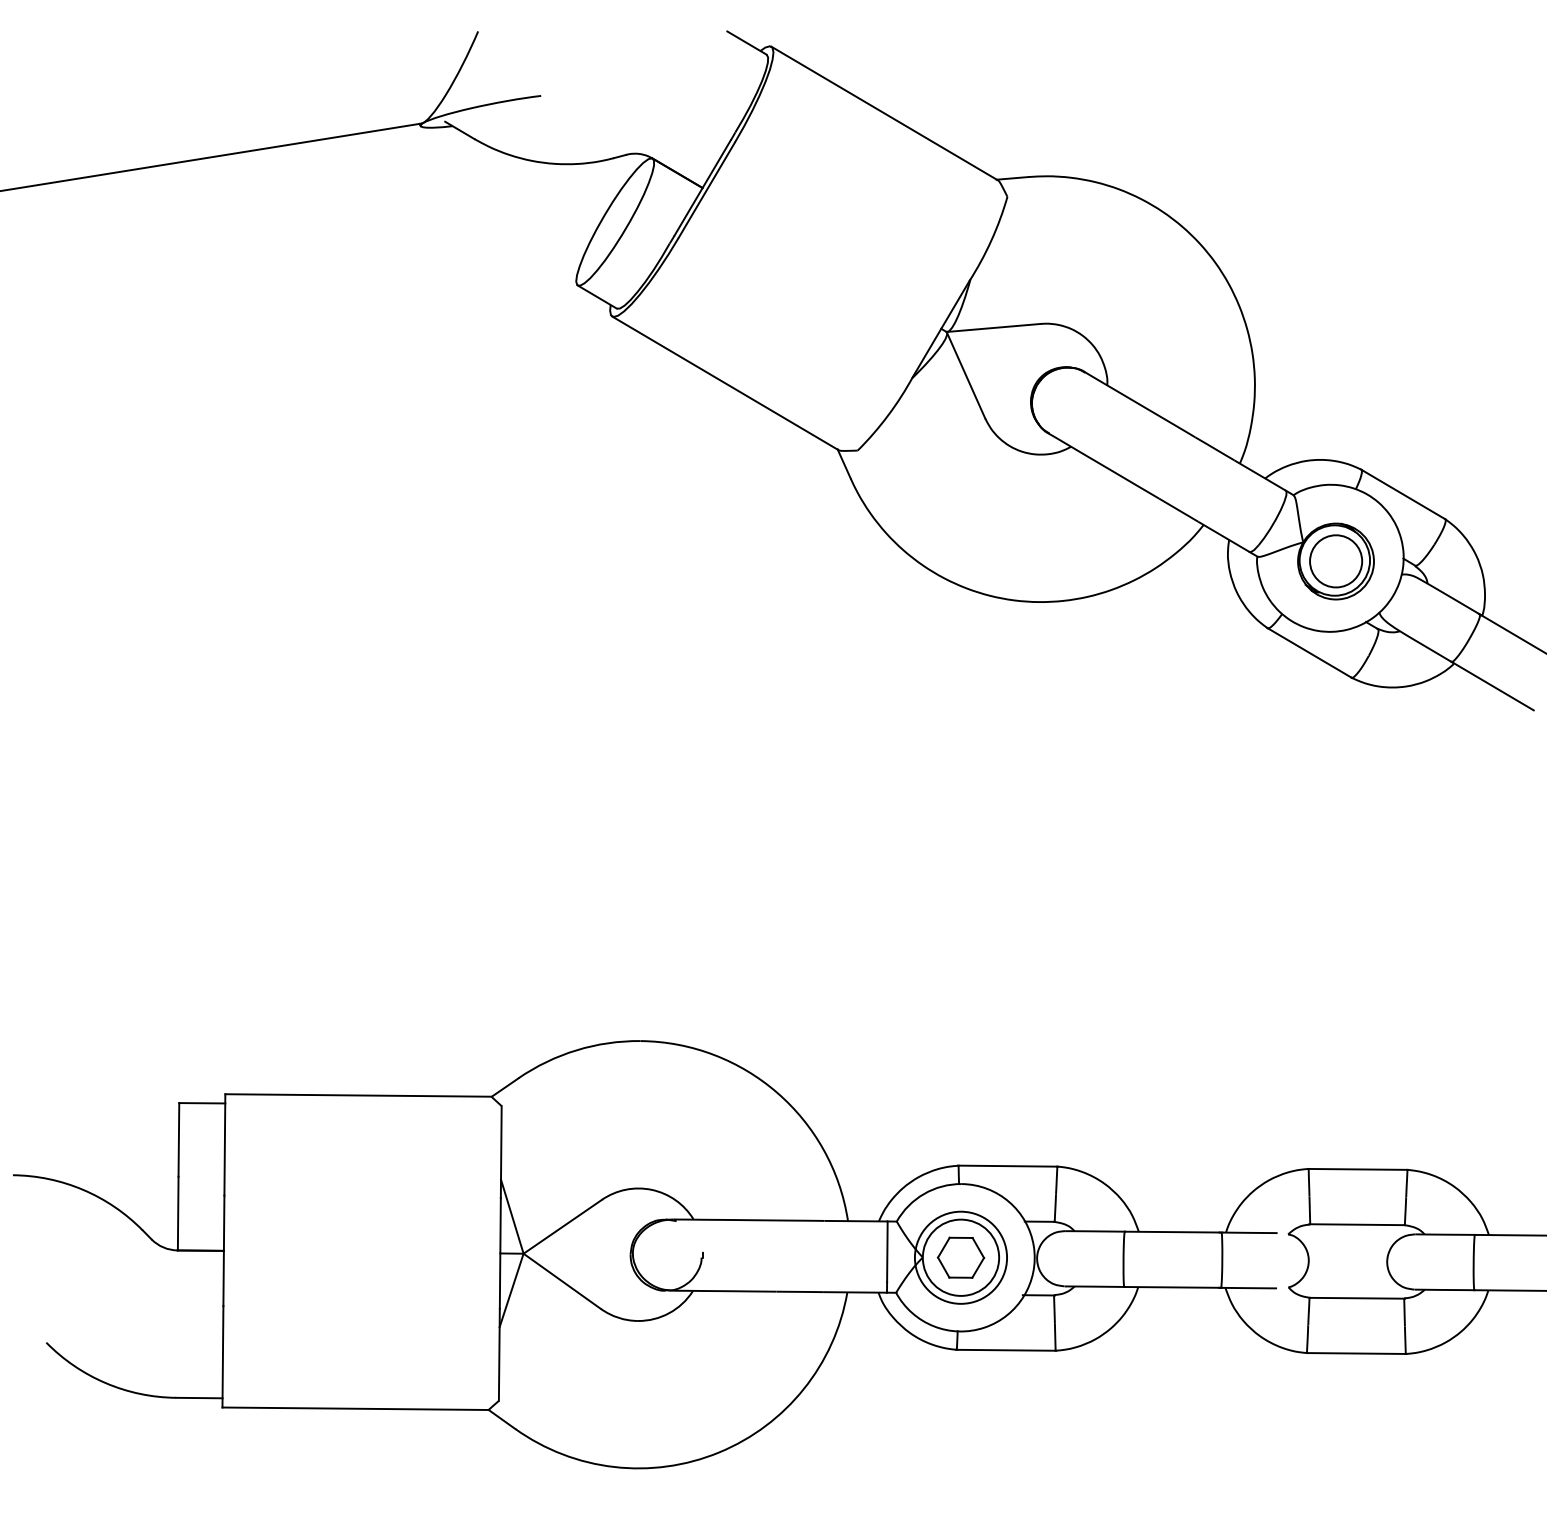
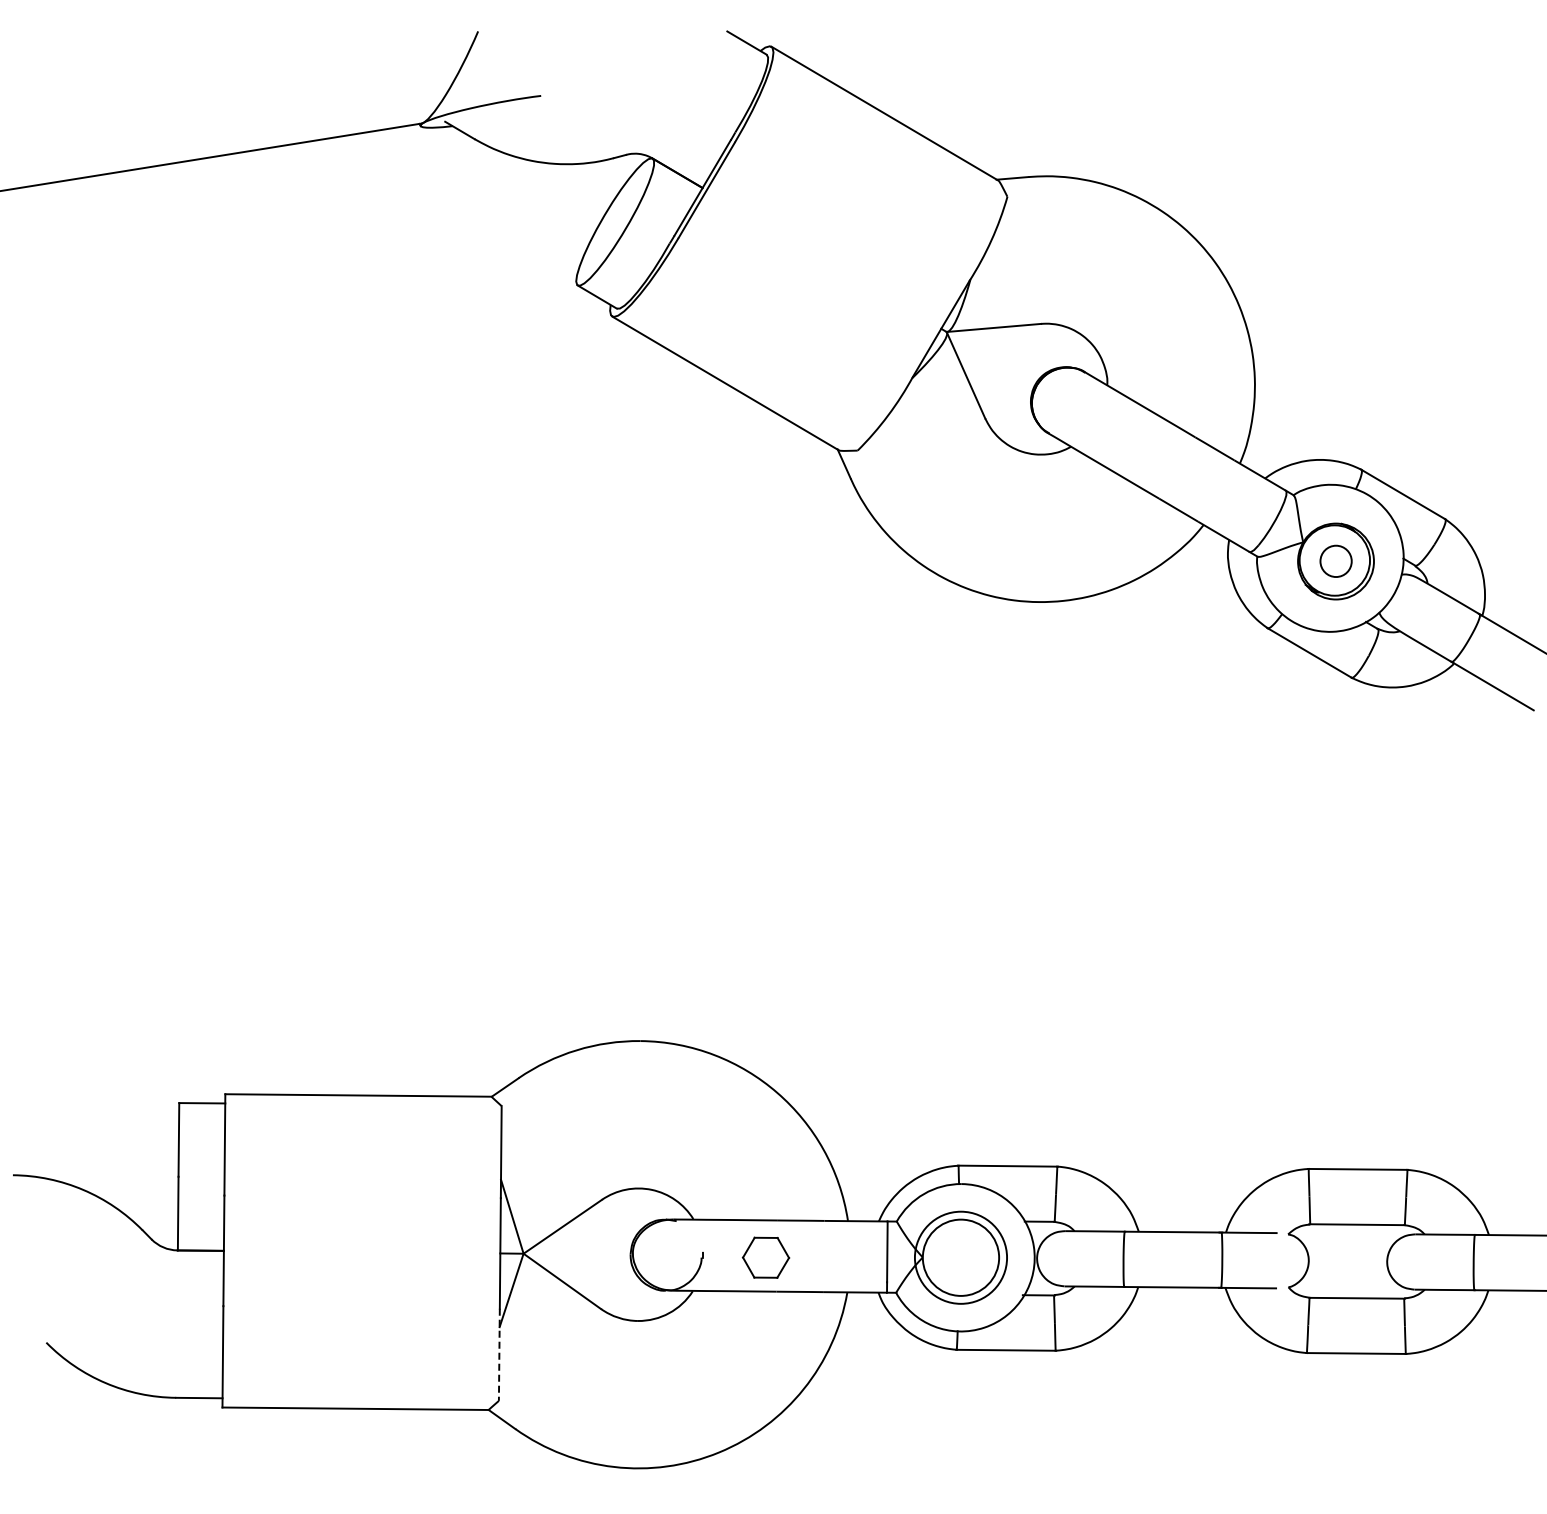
circle at (1336, 561) diameter: 52 px -> 31 px
part at (960, 1257) position: (960, 1257) -> (765, 1257)
line at (499, 1355): solid -> dashed
